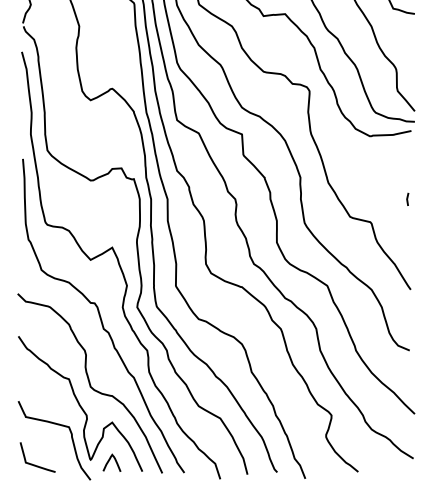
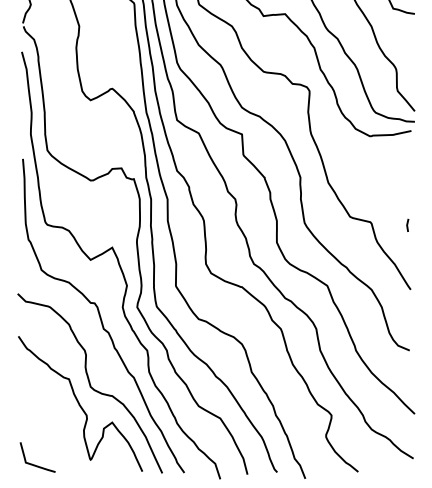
line at (407, 198) position: (407, 198) -> (407, 224)
curve at (57, 425): present -> none
curve at (109, 461): present -> none
